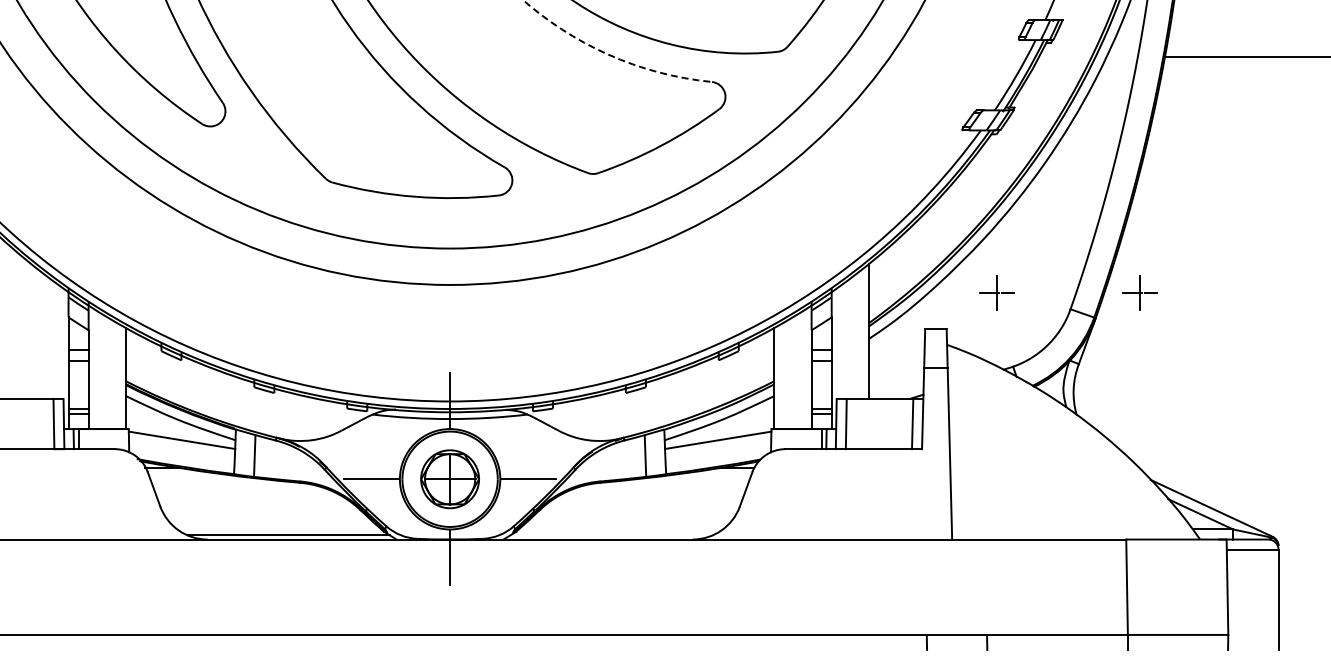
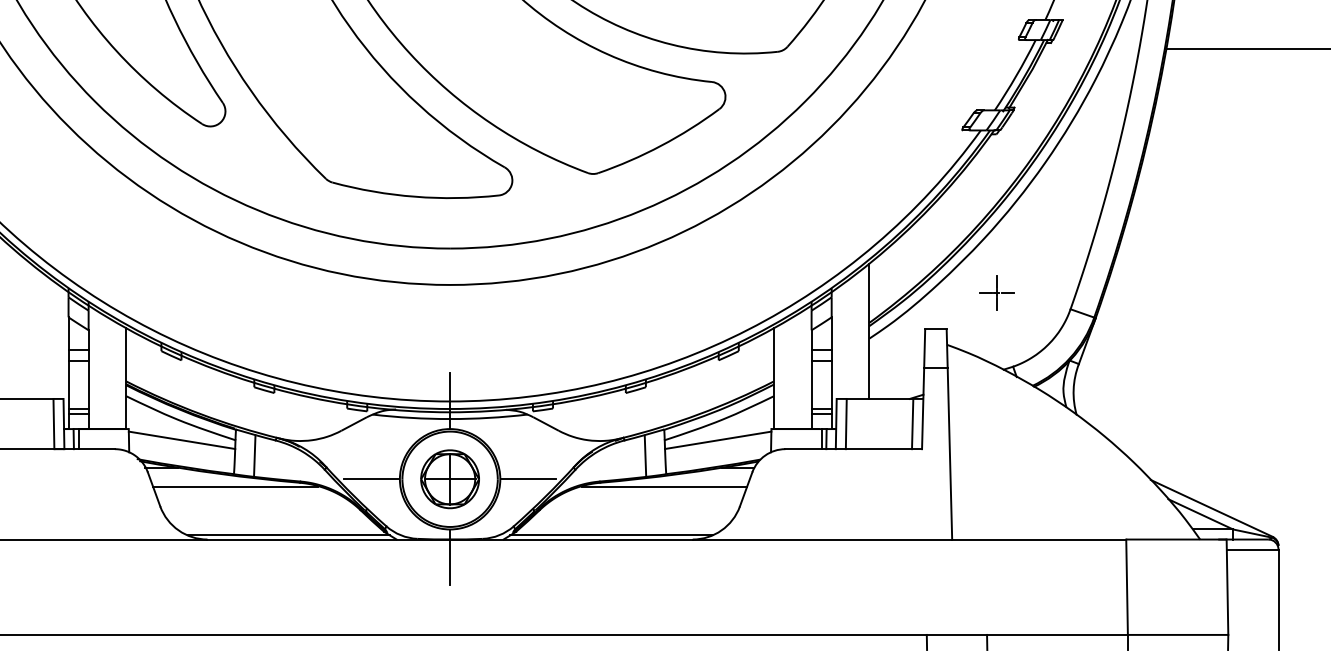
arc at (609, 55): dashed -> solid
line at (1246, 57) position: (1246, 57) -> (1246, 49)
part at (1139, 292): present -> none
line at (235, 487): none -> present
line at (664, 487): none -> present
line at (611, 535): none -> present
